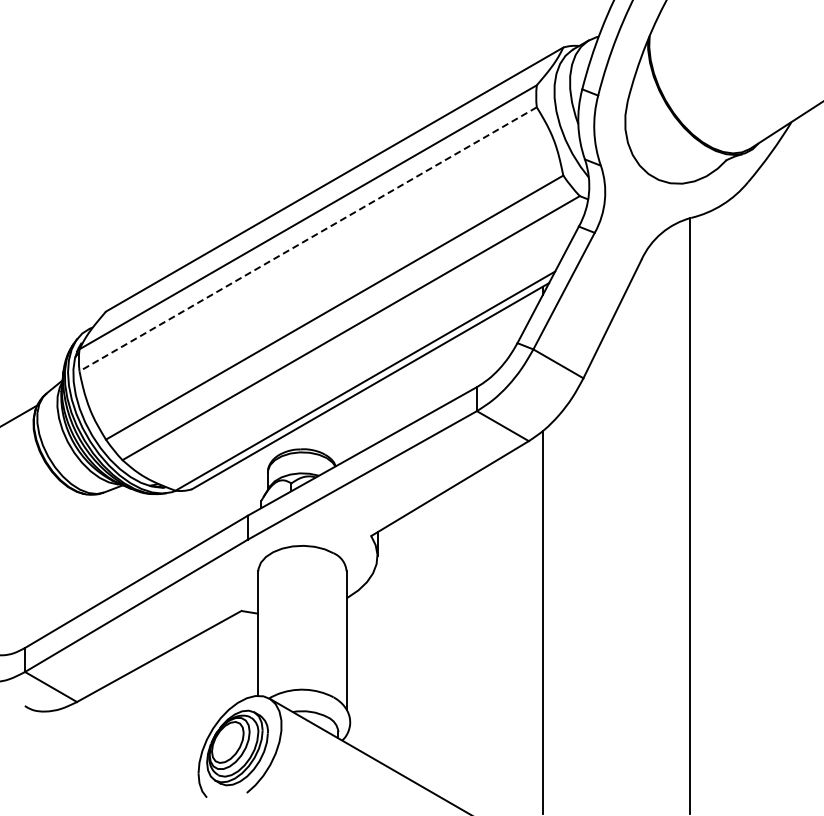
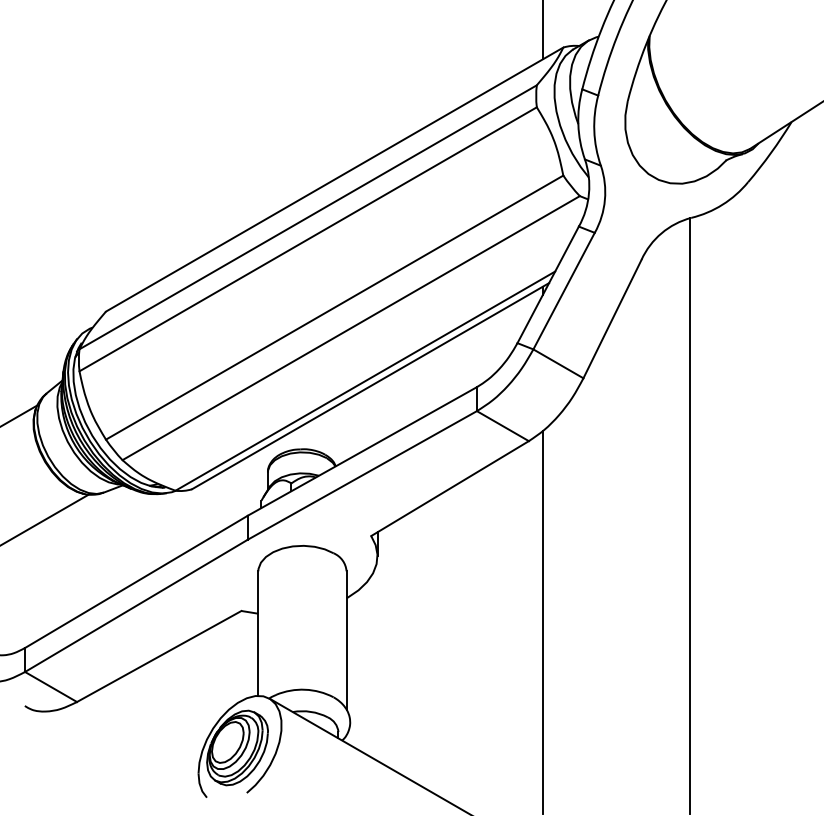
line at (542, 30): none -> present
line at (307, 239): dashed -> solid
line at (45, 519): none -> present
